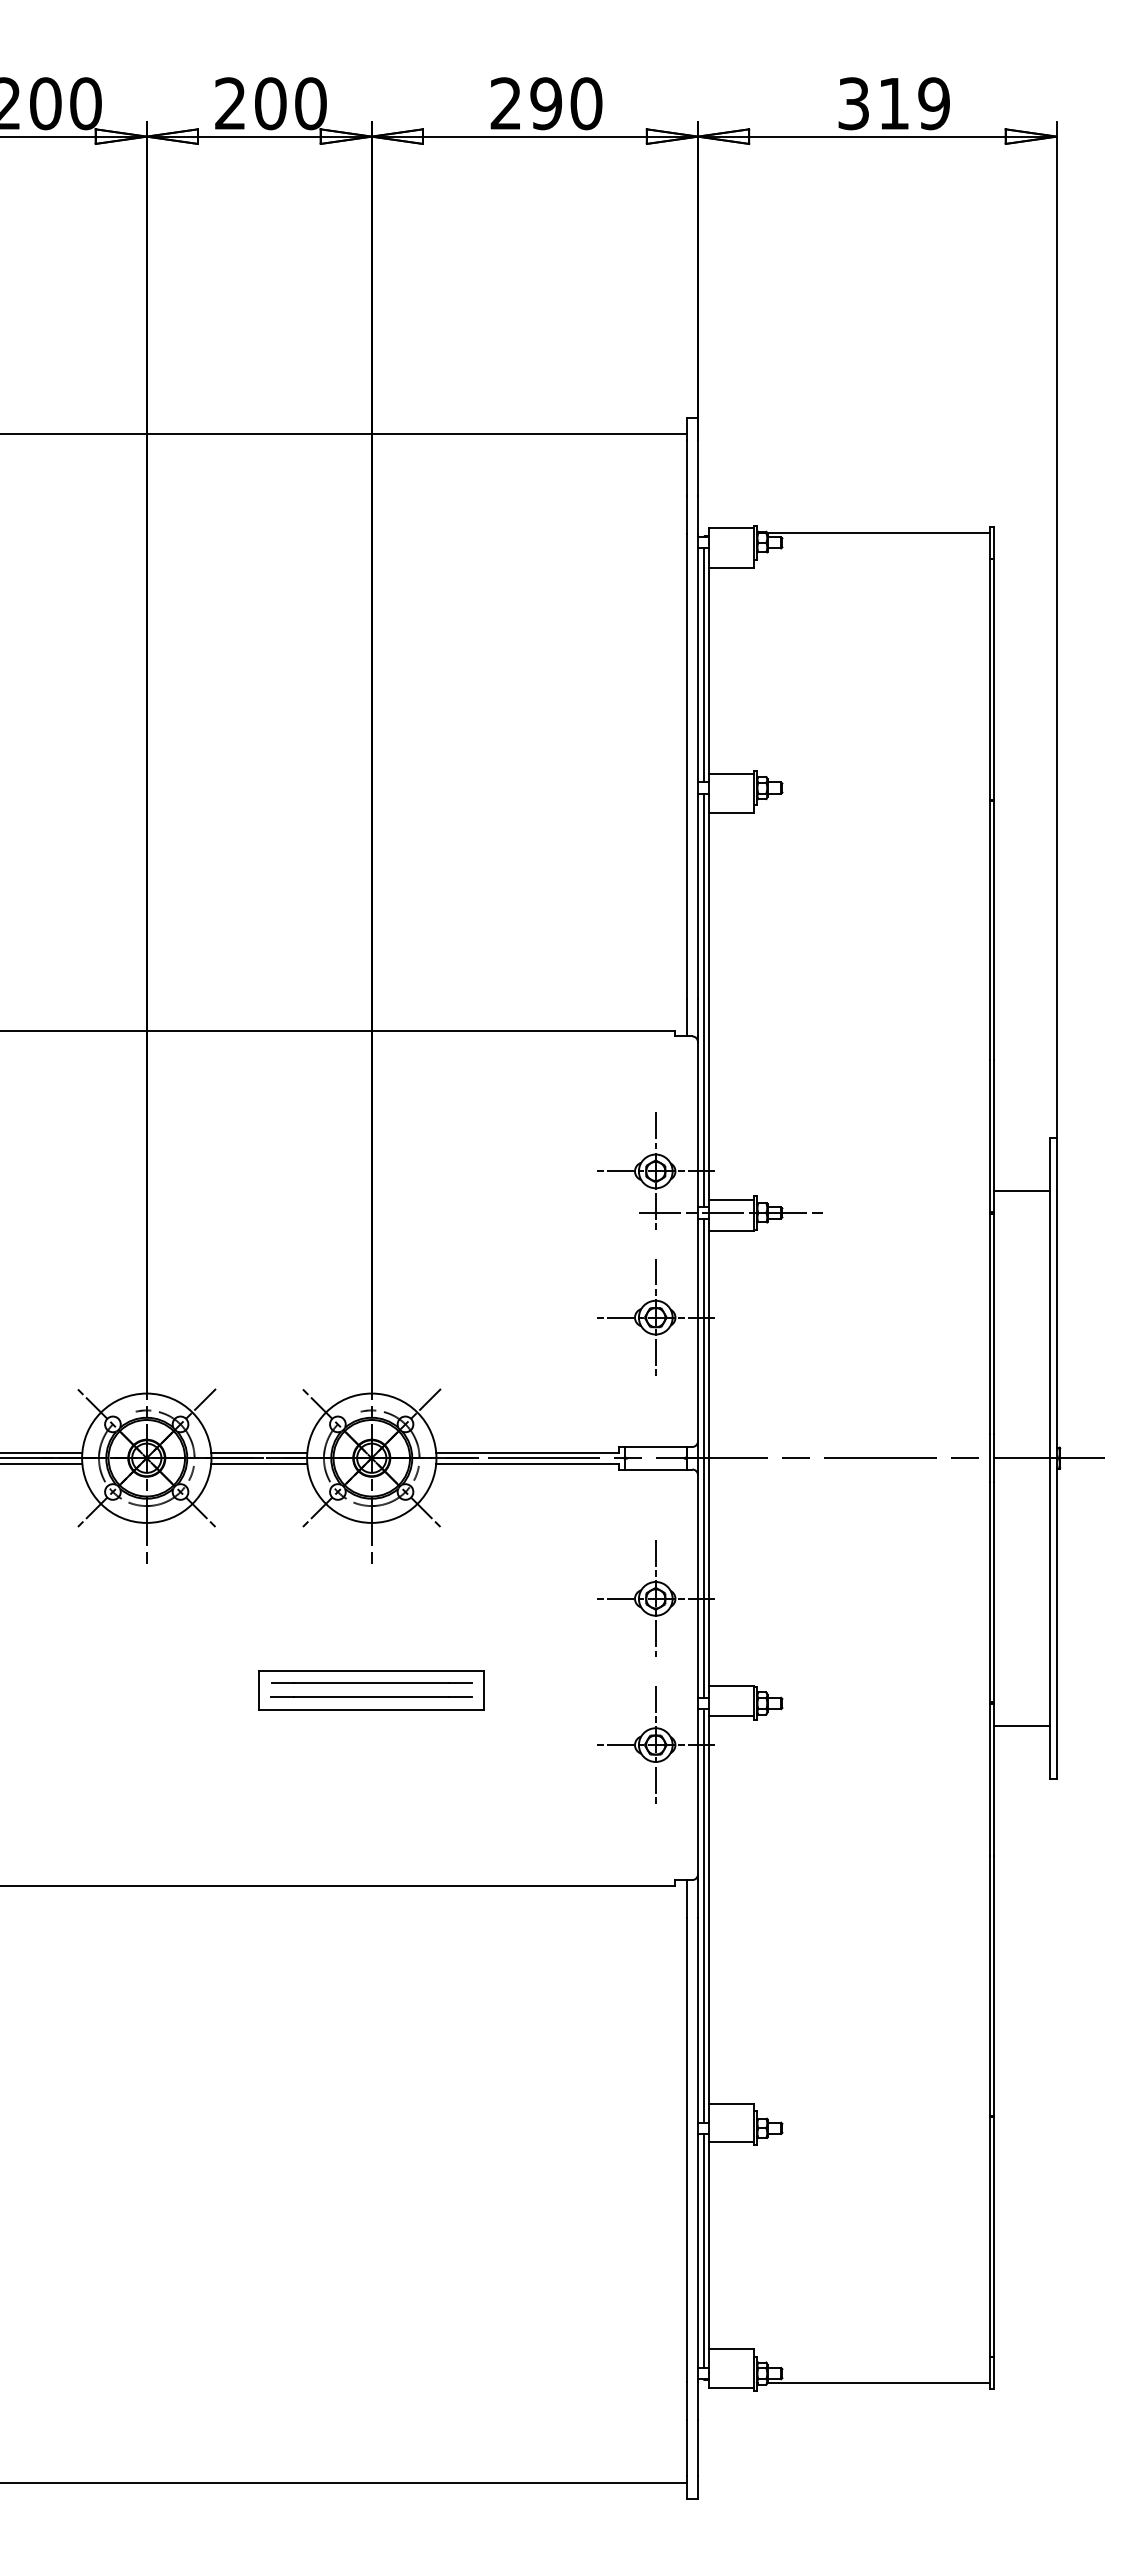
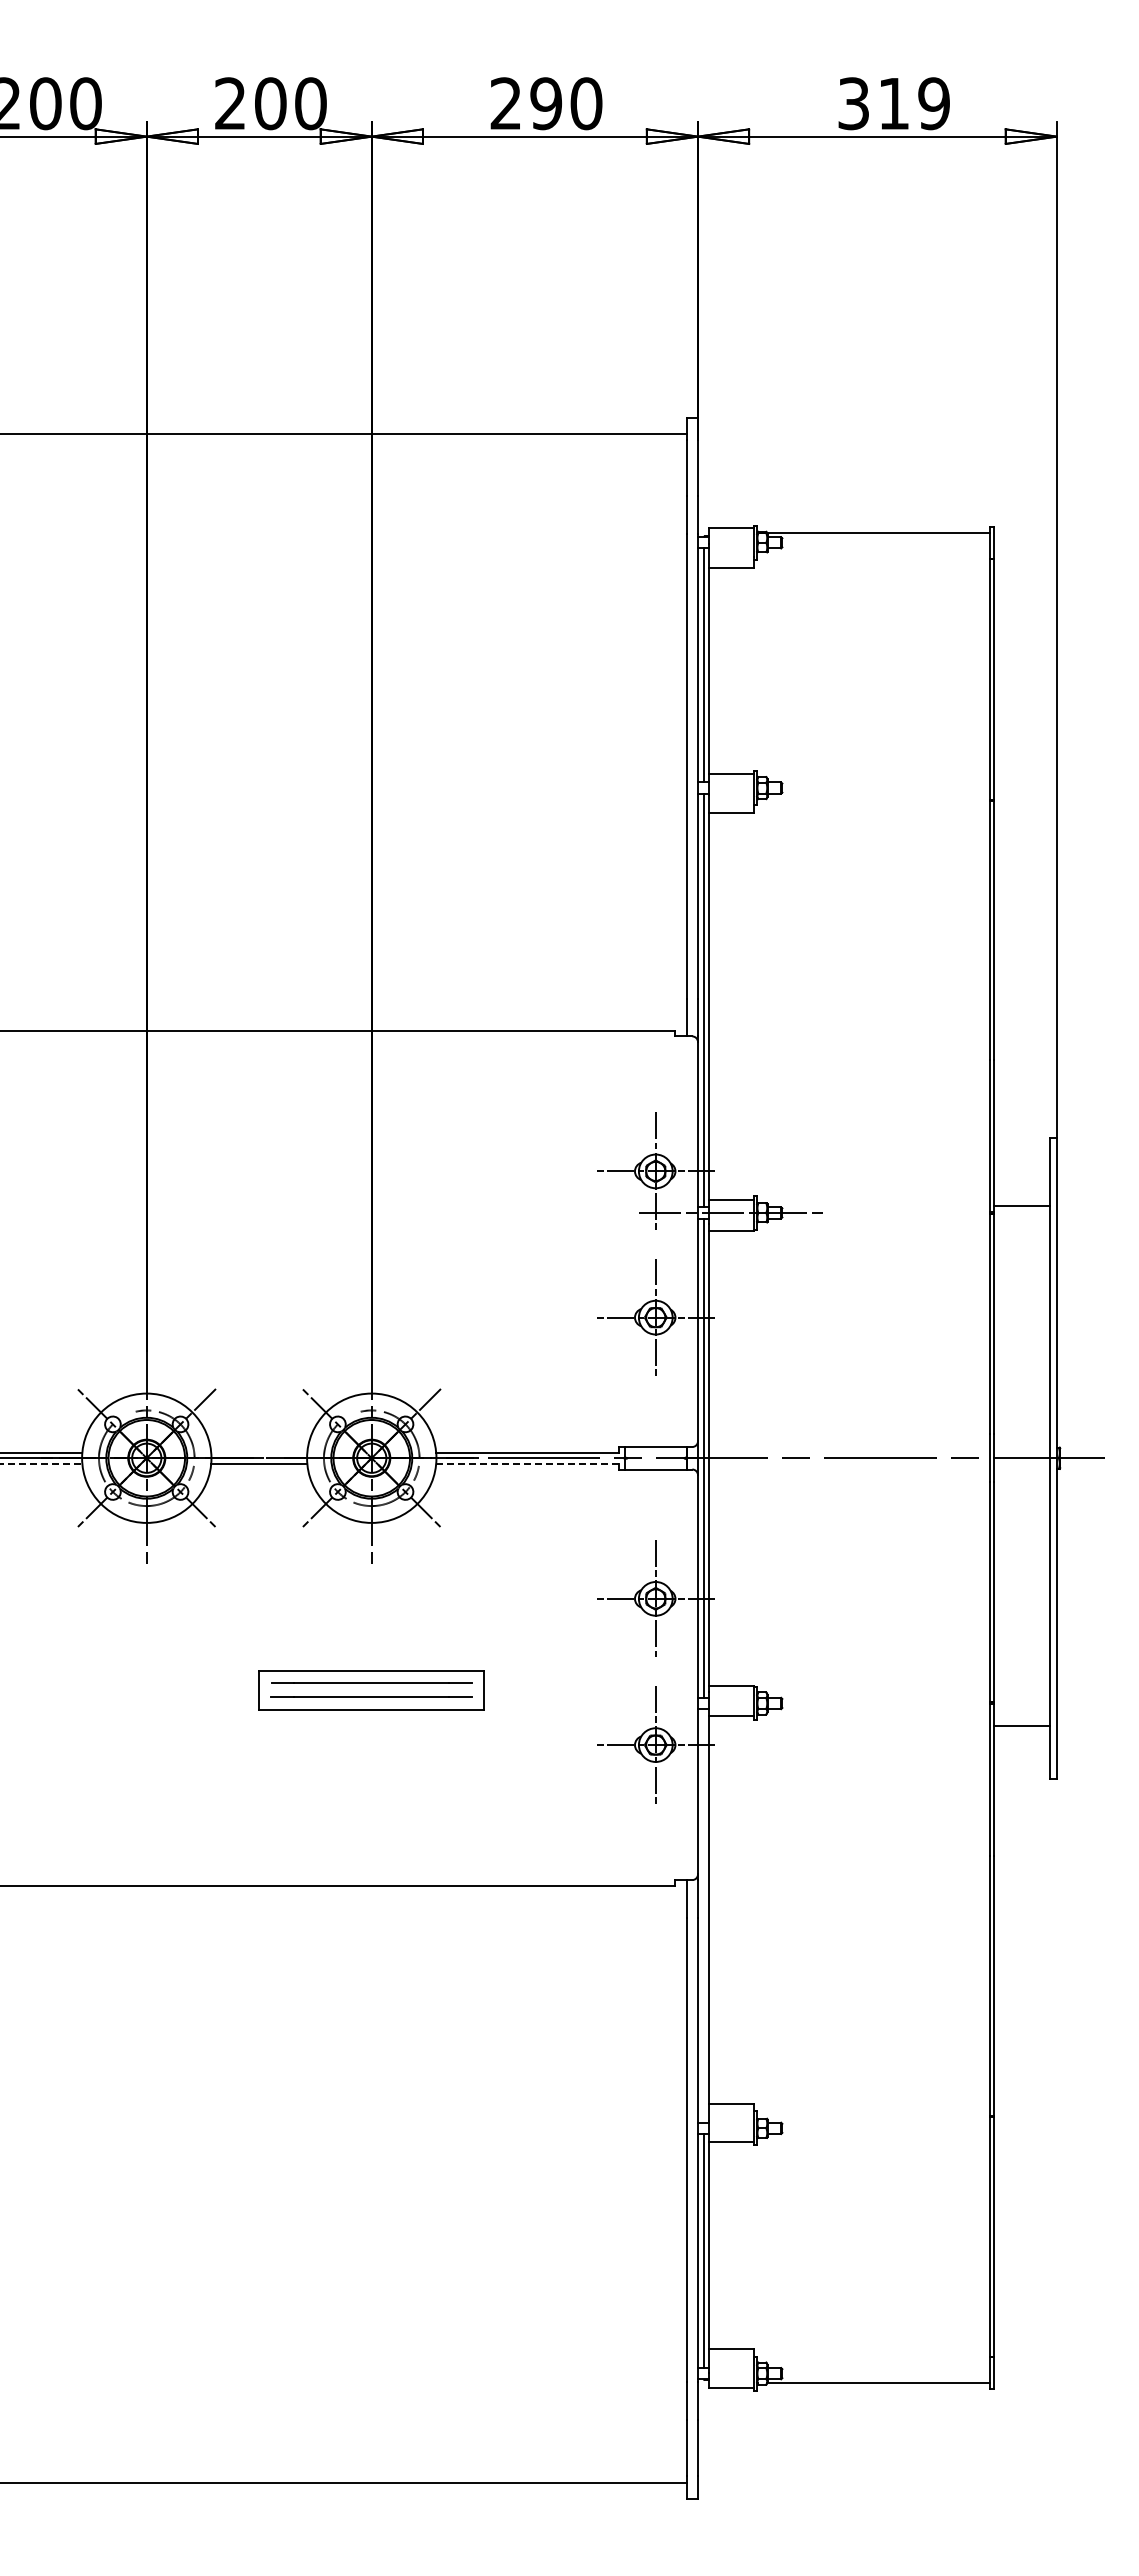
line at (1021, 1190) position: (1021, 1190) -> (1021, 1205)
line at (259, 1452): present -> none
line at (41, 1463): solid -> dashed
line at (527, 1463): solid -> dashed
line at (703, 1915): present -> none
